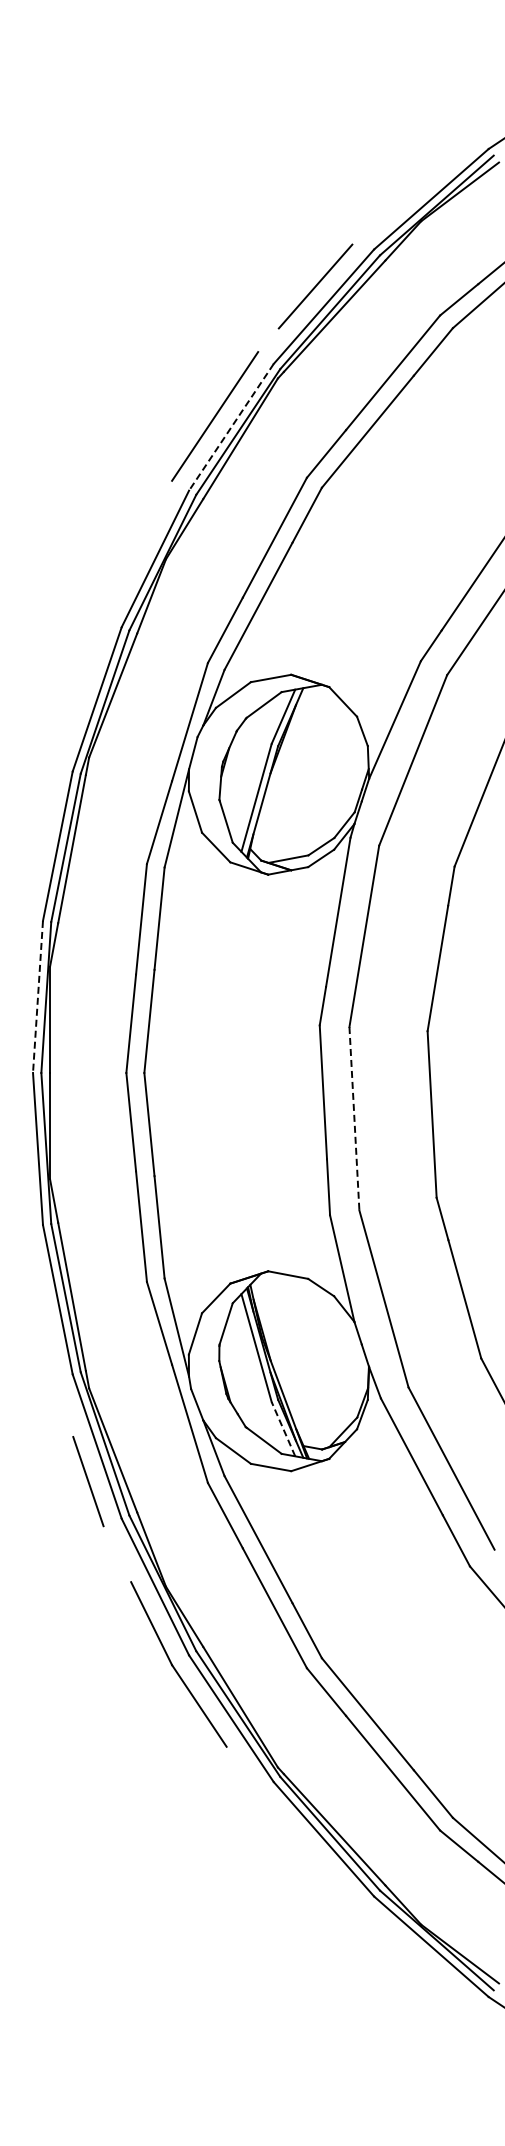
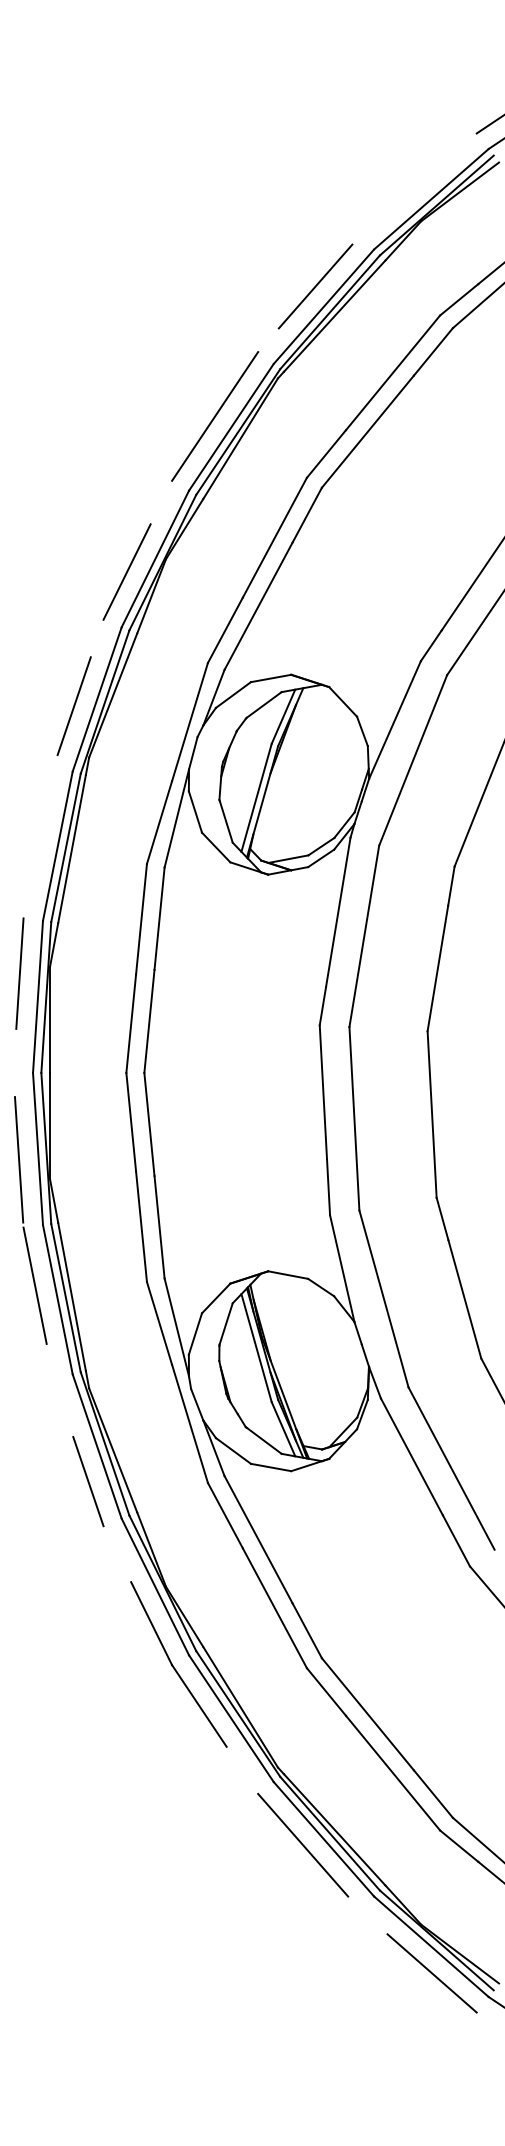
line at (488, 124): none -> present
line at (231, 427): dashed -> solid
line at (126, 571): none -> present
line at (73, 706): none -> present
line at (19, 973): none -> present
line at (37, 997): dashed -> solid
line at (354, 1118): dashed -> solid
part at (24, 1222): none -> present
line at (283, 1429): dashed -> solid
line at (303, 1844): none -> present
line at (431, 1973): none -> present
